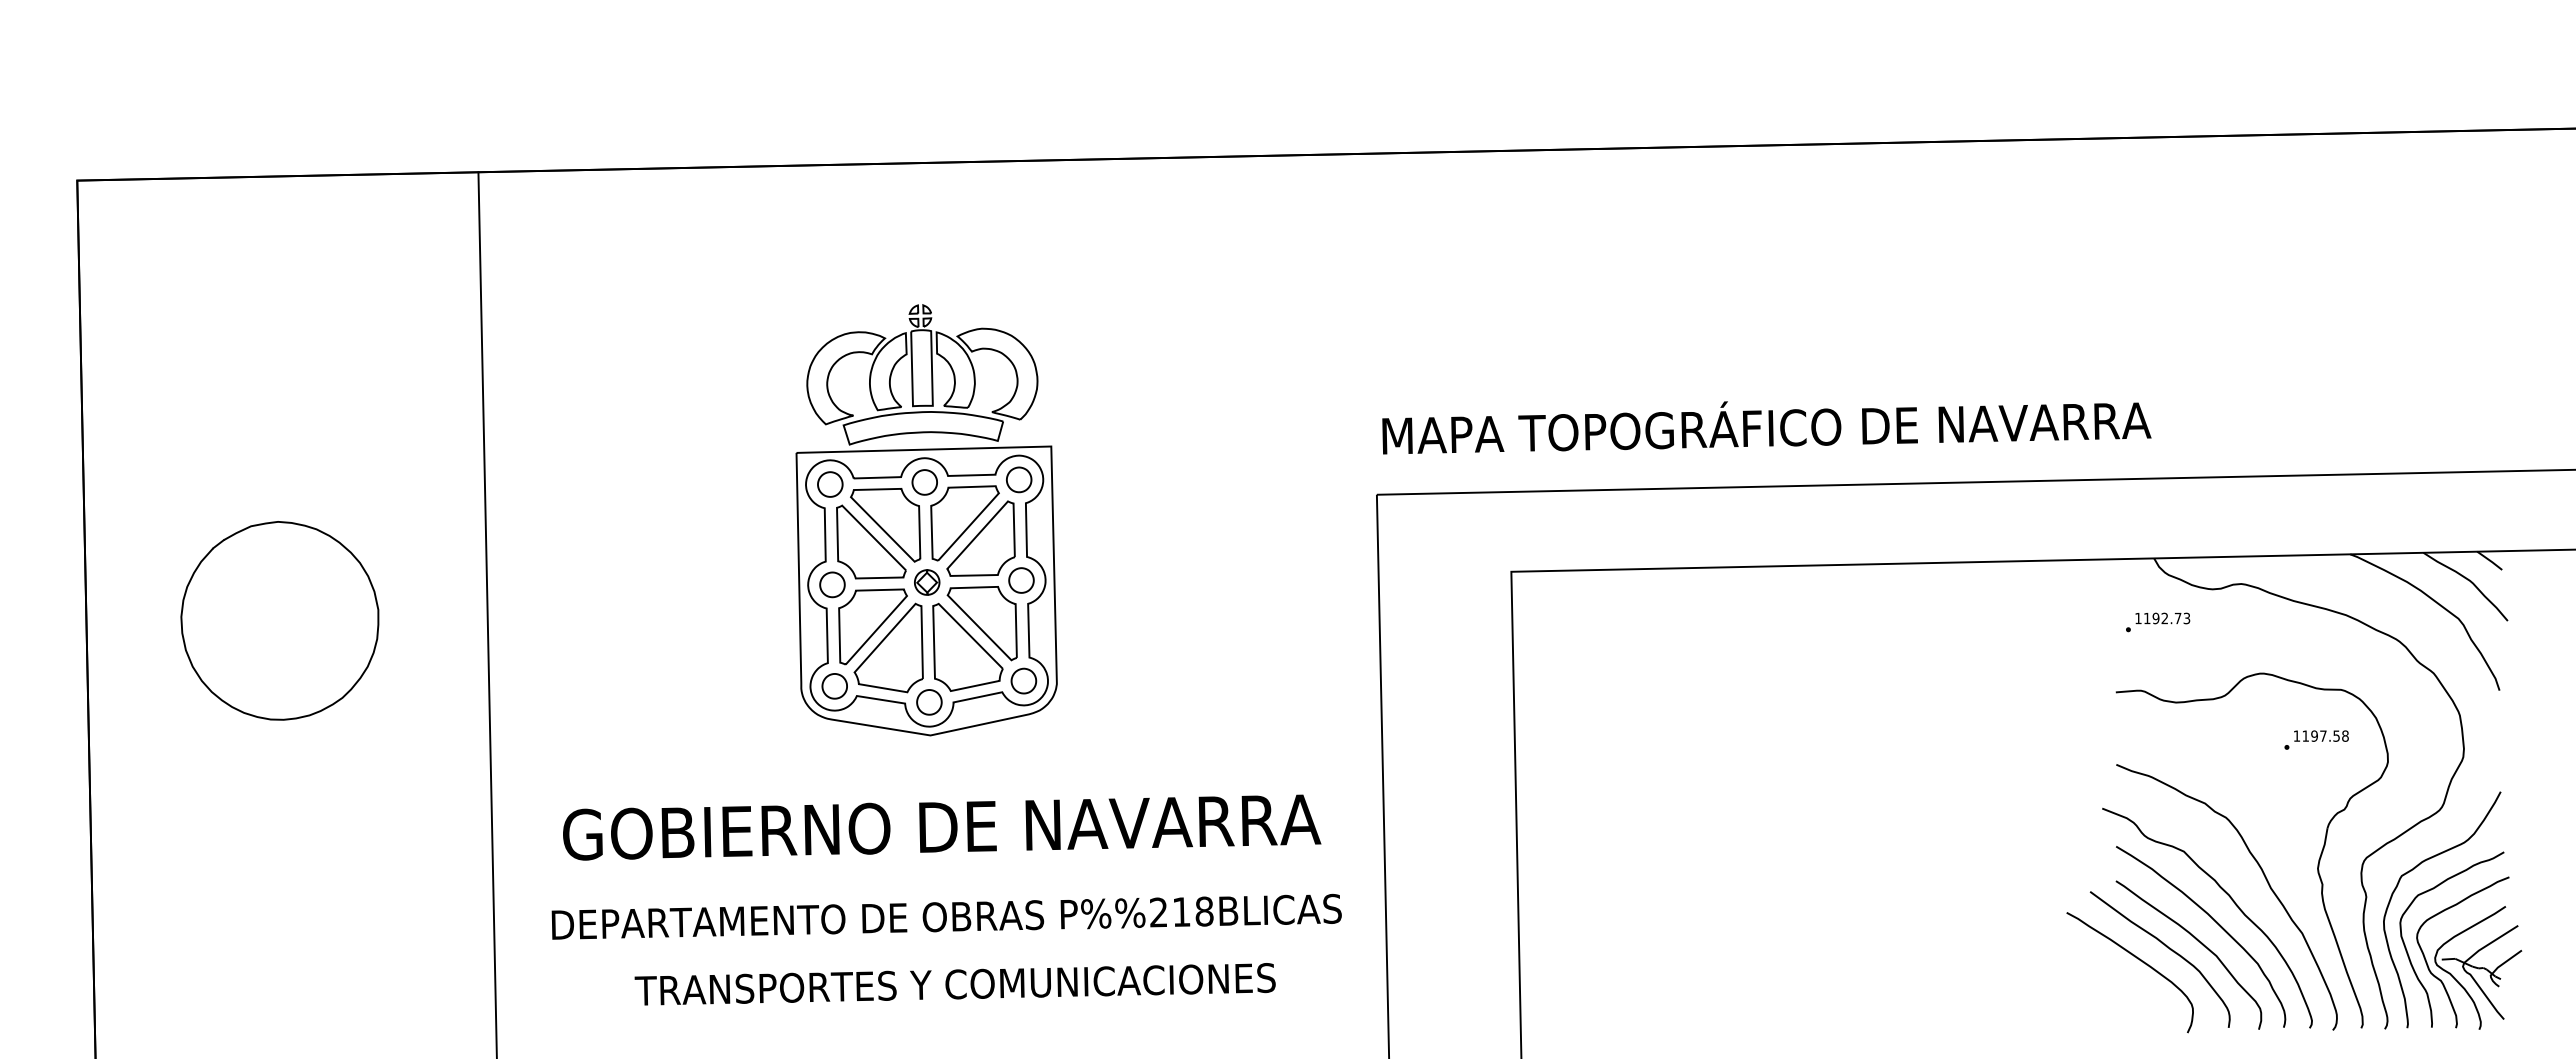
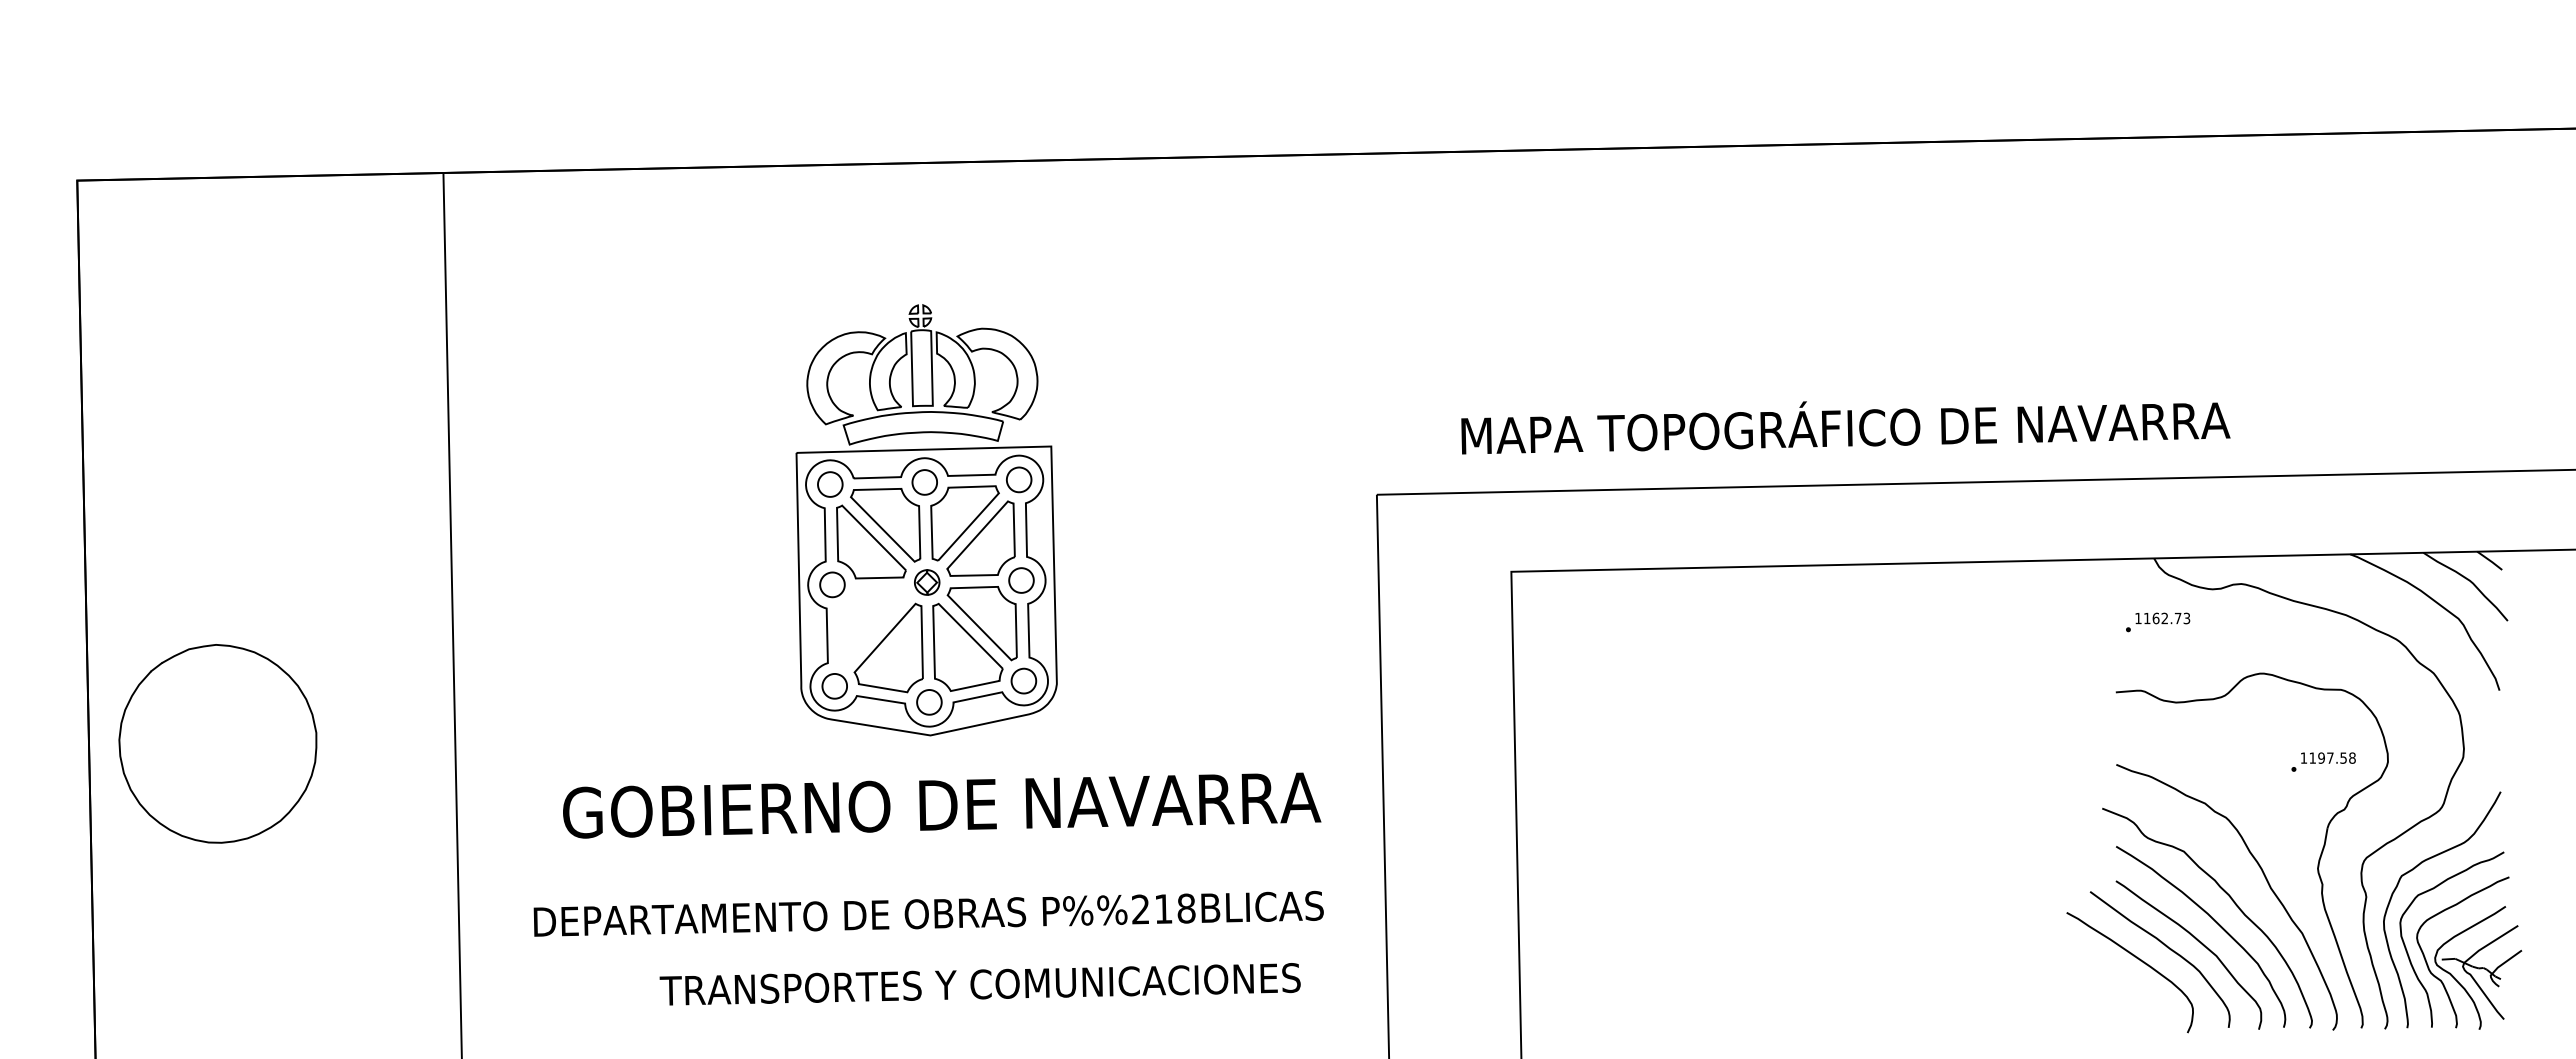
text at (1766, 427) position: (1766, 427) -> (1845, 427)
line at (487, 613) position: (487, 613) -> (452, 614)
text at (2155, 618): 1192.73 -> 1162.73
part at (279, 620) position: (279, 620) -> (217, 743)
part at (872, 626): present -> none
text at (2316, 739) position: (2316, 739) -> (2323, 761)
text at (942, 827) position: (942, 827) -> (942, 805)
text at (946, 916) position: (946, 916) -> (928, 913)
text at (954, 984) position: (954, 984) -> (979, 984)
